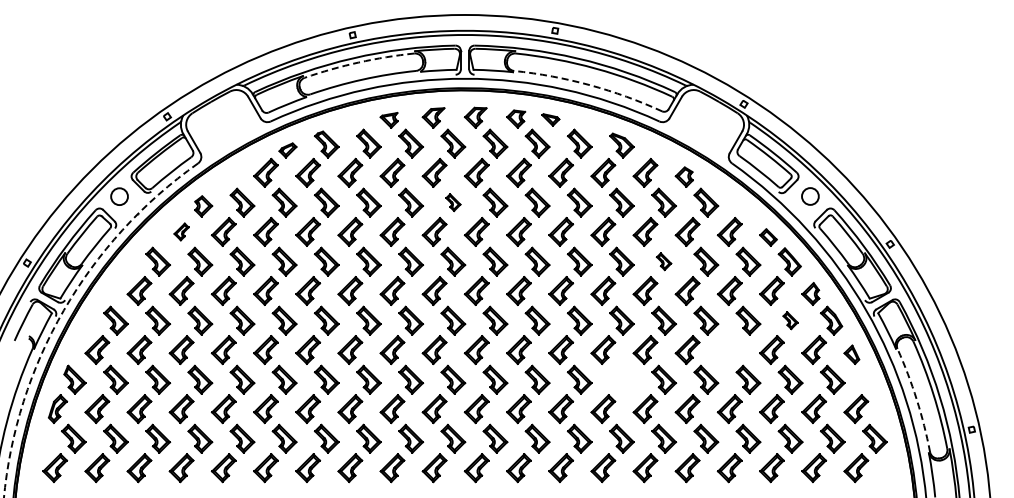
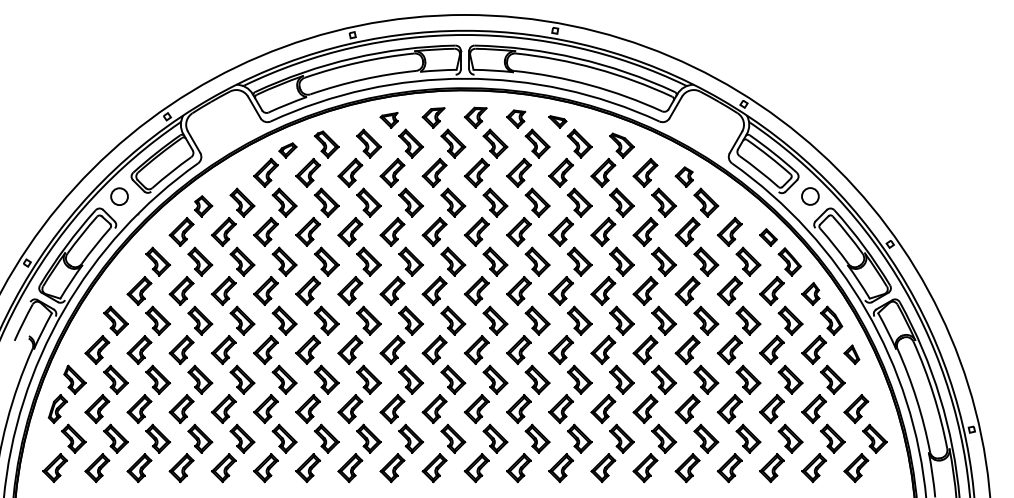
arc at (358, 62): dashed -> solid
arc at (589, 85): dashed -> solid
part at (550, 119) position: (550, 119) -> (557, 121)
part at (453, 202) size: 17x20 px -> 27x31 px
part at (181, 231) size: 17x20 px -> 27x30 px
part at (663, 261) size: 18x20 px -> 26x31 px
arc at (64, 309): dashed -> solid
part at (790, 320) size: 17x20 px -> 27x31 px
part at (729, 349): none -> present
part at (621, 379): none -> present
arc at (916, 399): dashed -> solid
